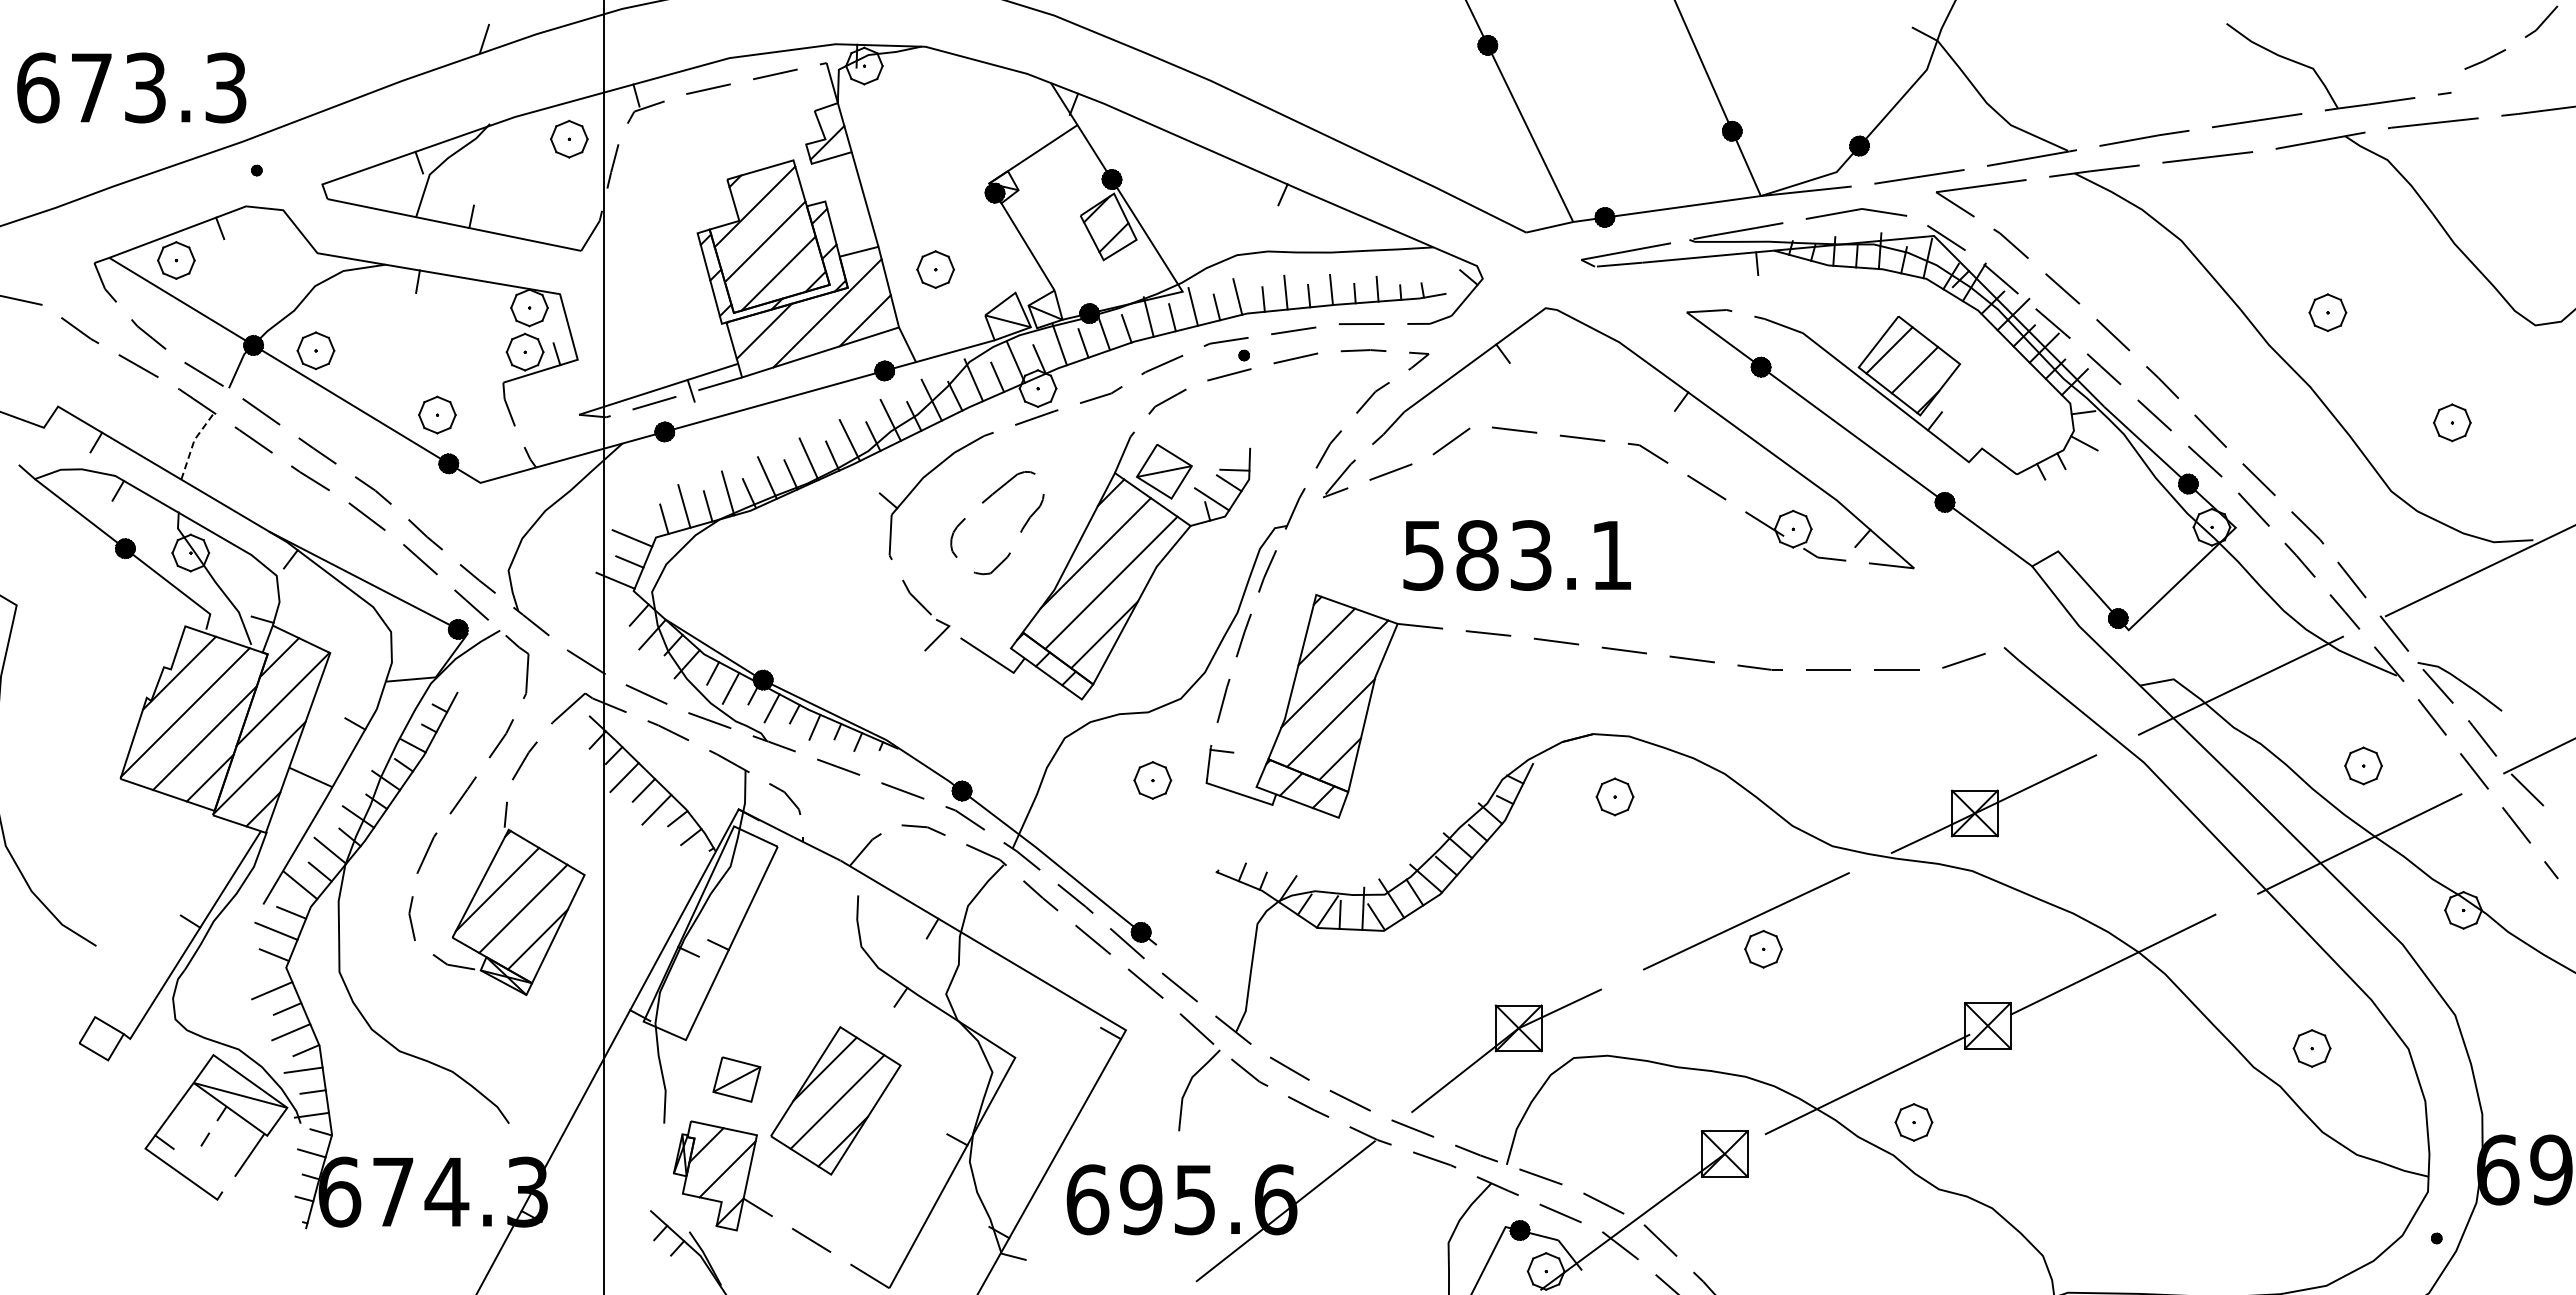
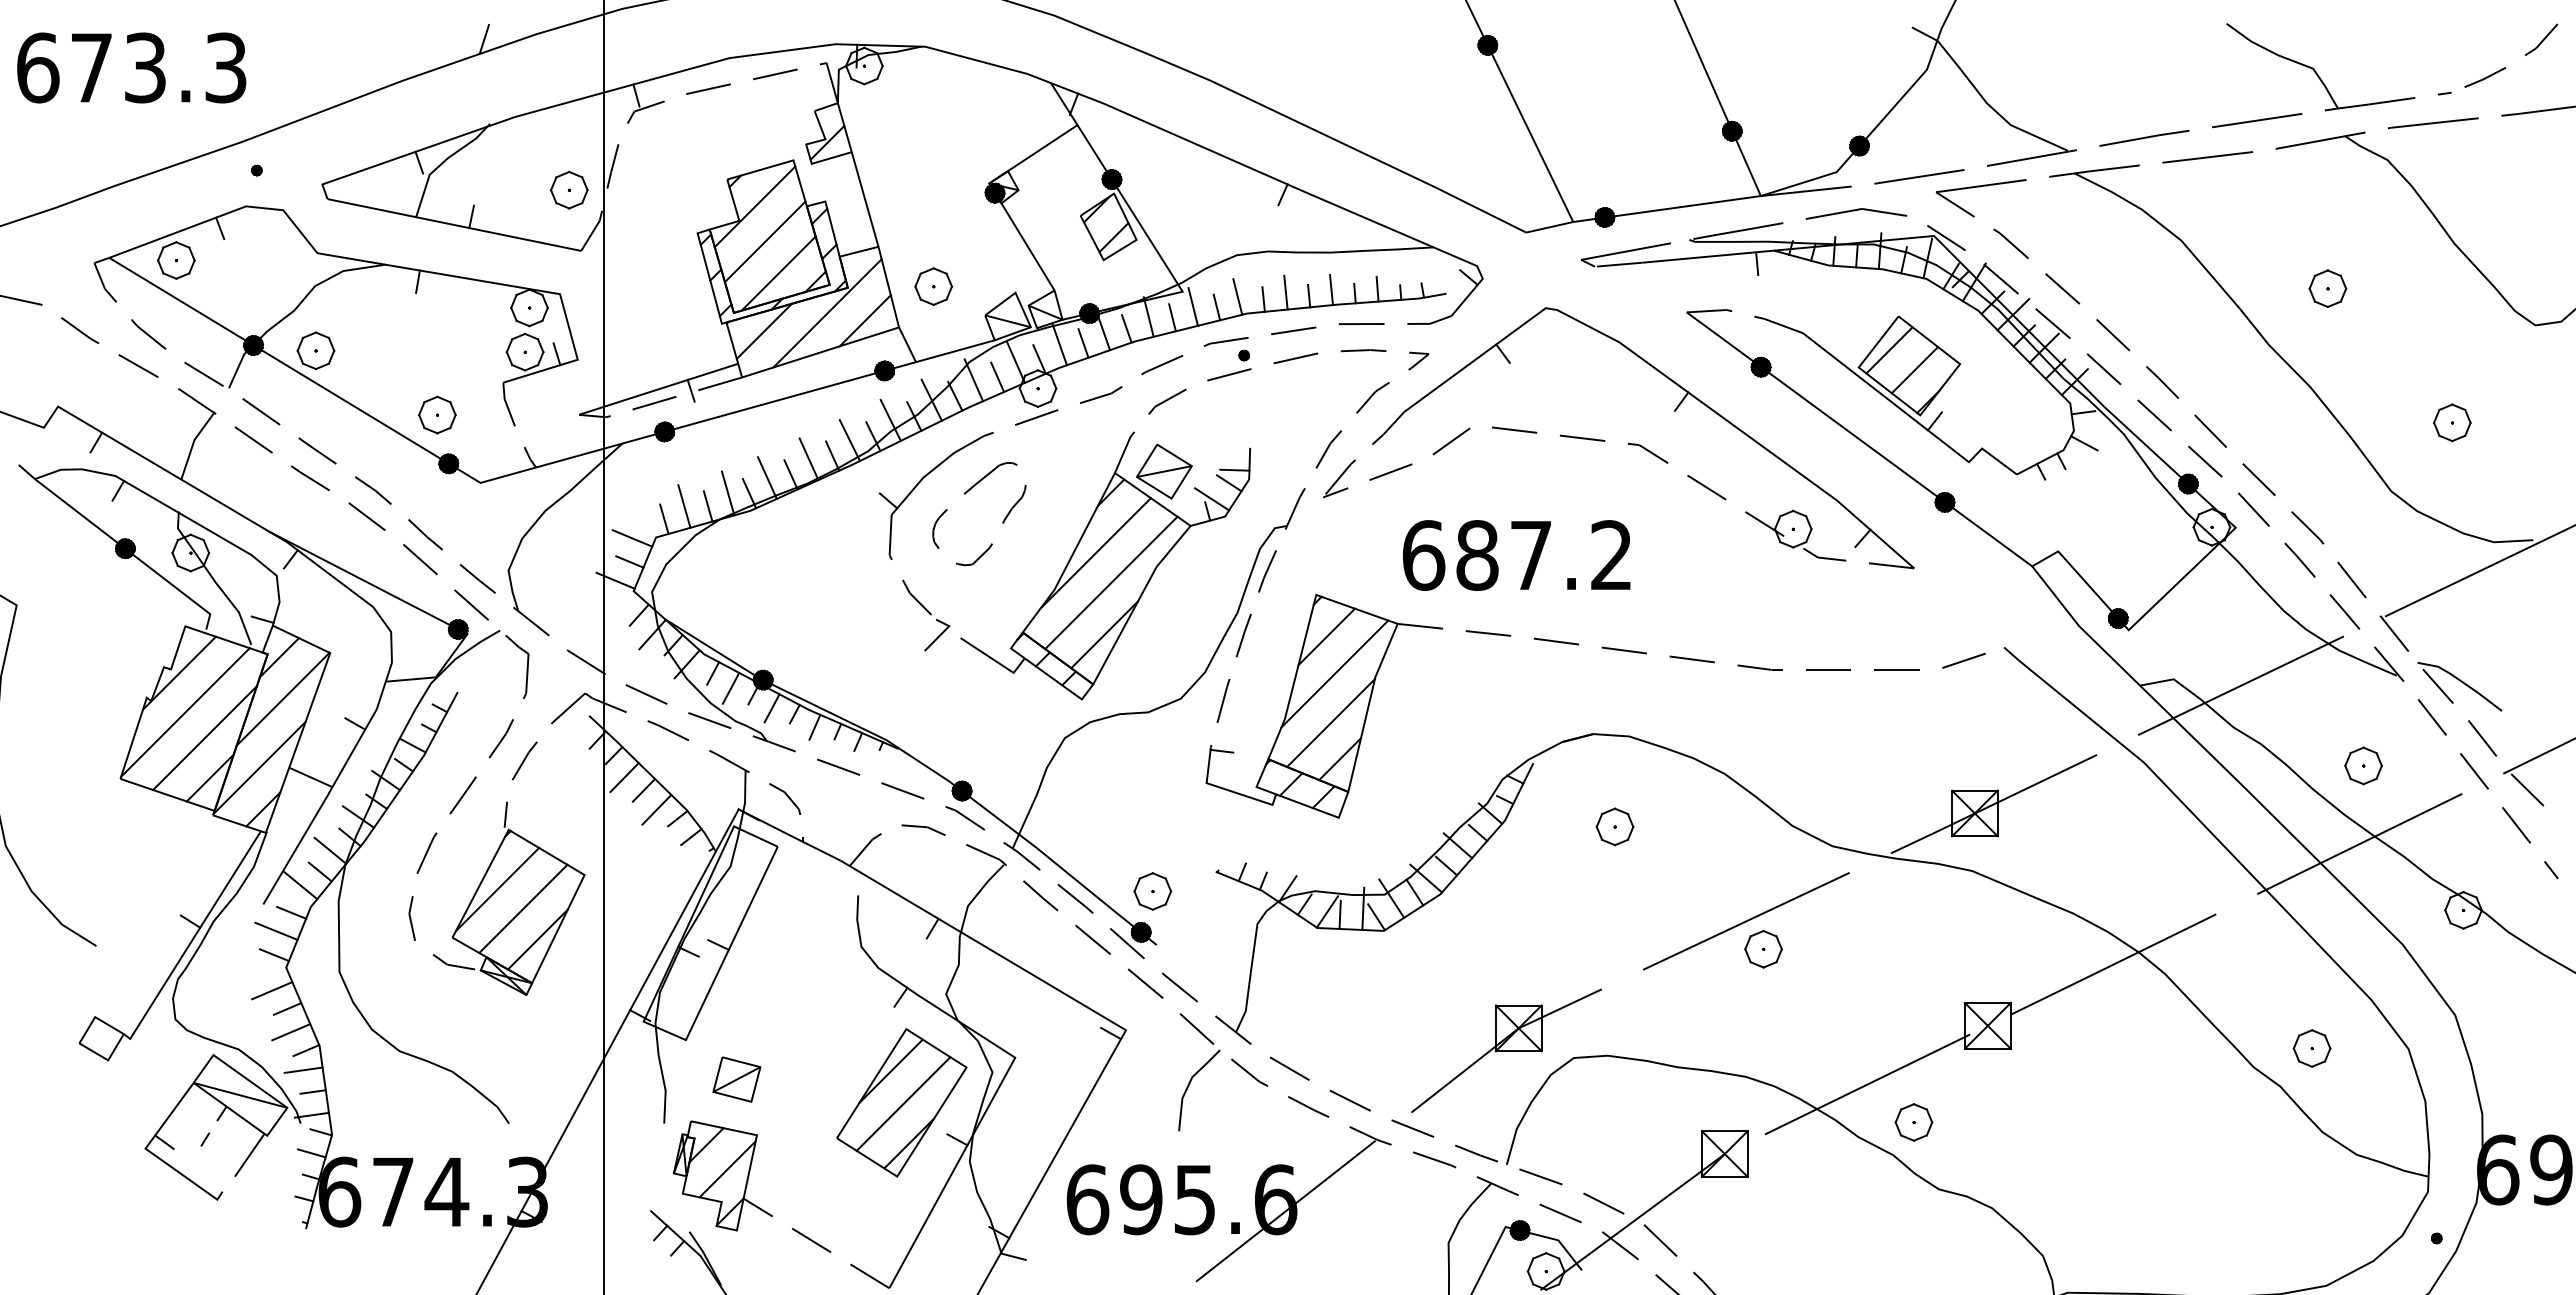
line at (2524, 36) position: (2524, 36) -> (2524, 54)
text at (131, 87) position: (131, 87) -> (131, 67)
part at (569, 138) position: (569, 138) -> (569, 189)
part at (935, 269) position: (935, 269) -> (933, 286)
part at (2327, 312) position: (2327, 312) -> (2327, 288)
line at (193, 442): dashed -> solid
part at (1020, 530) position: (1020, 530) -> (1002, 521)
text at (1516, 555): 583.1 -> 687.2
part at (1152, 780) position: (1152, 780) -> (1152, 891)
part at (1614, 796) position: (1614, 796) -> (1614, 826)
part at (835, 1100) position: (835, 1100) -> (901, 1102)
